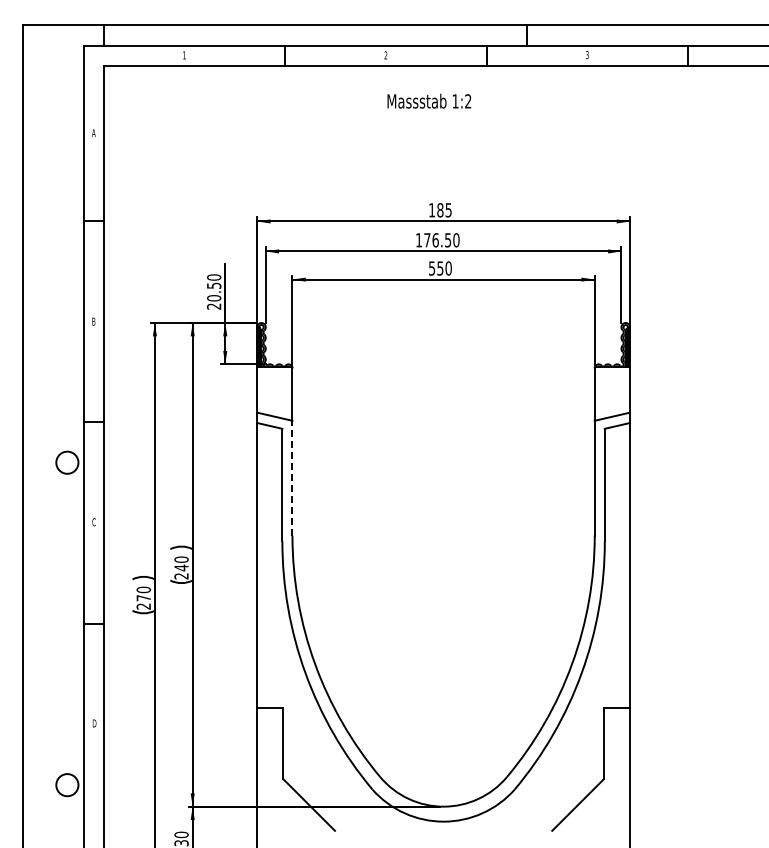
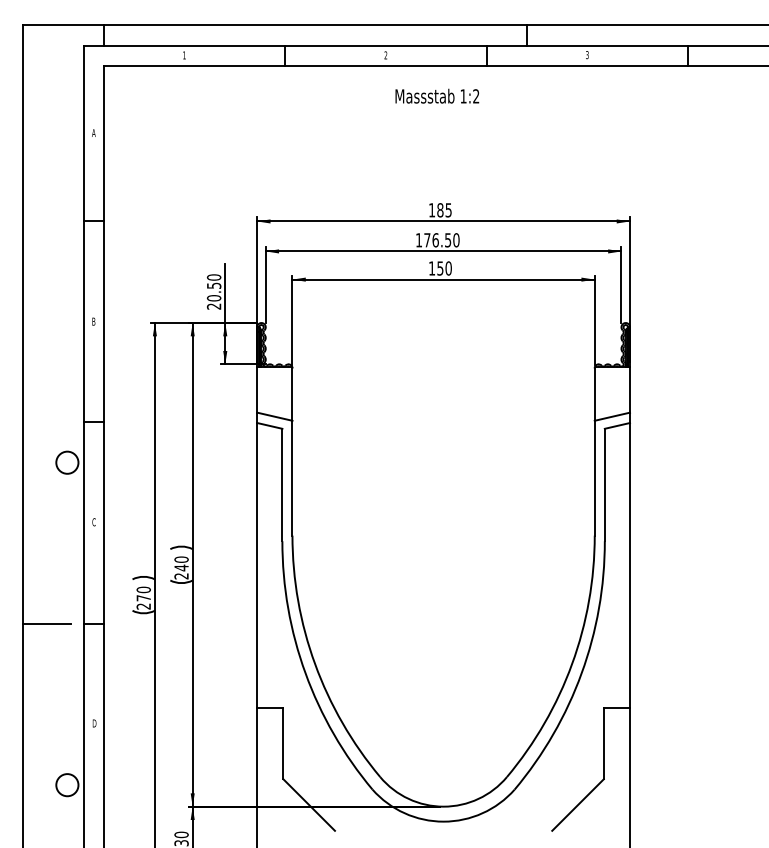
text at (429, 100) position: (429, 100) -> (437, 95)
text at (432, 268): 550 -> 150
line at (292, 477): dashed -> solid
line at (47, 623): none -> present
